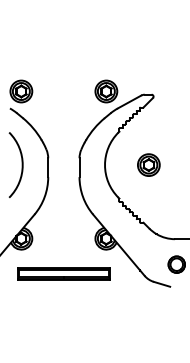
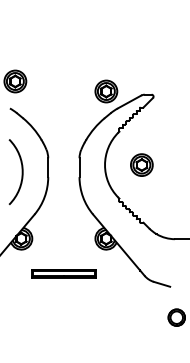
part at (21, 91) position: (21, 91) -> (15, 81)
part at (148, 164) position: (148, 164) -> (141, 164)
arc at (21, 165) position: (21, 165) -> (21, 172)
part at (176, 264) position: (176, 264) -> (176, 317)
part at (63, 273) size: 94x14 px -> 66x10 px
